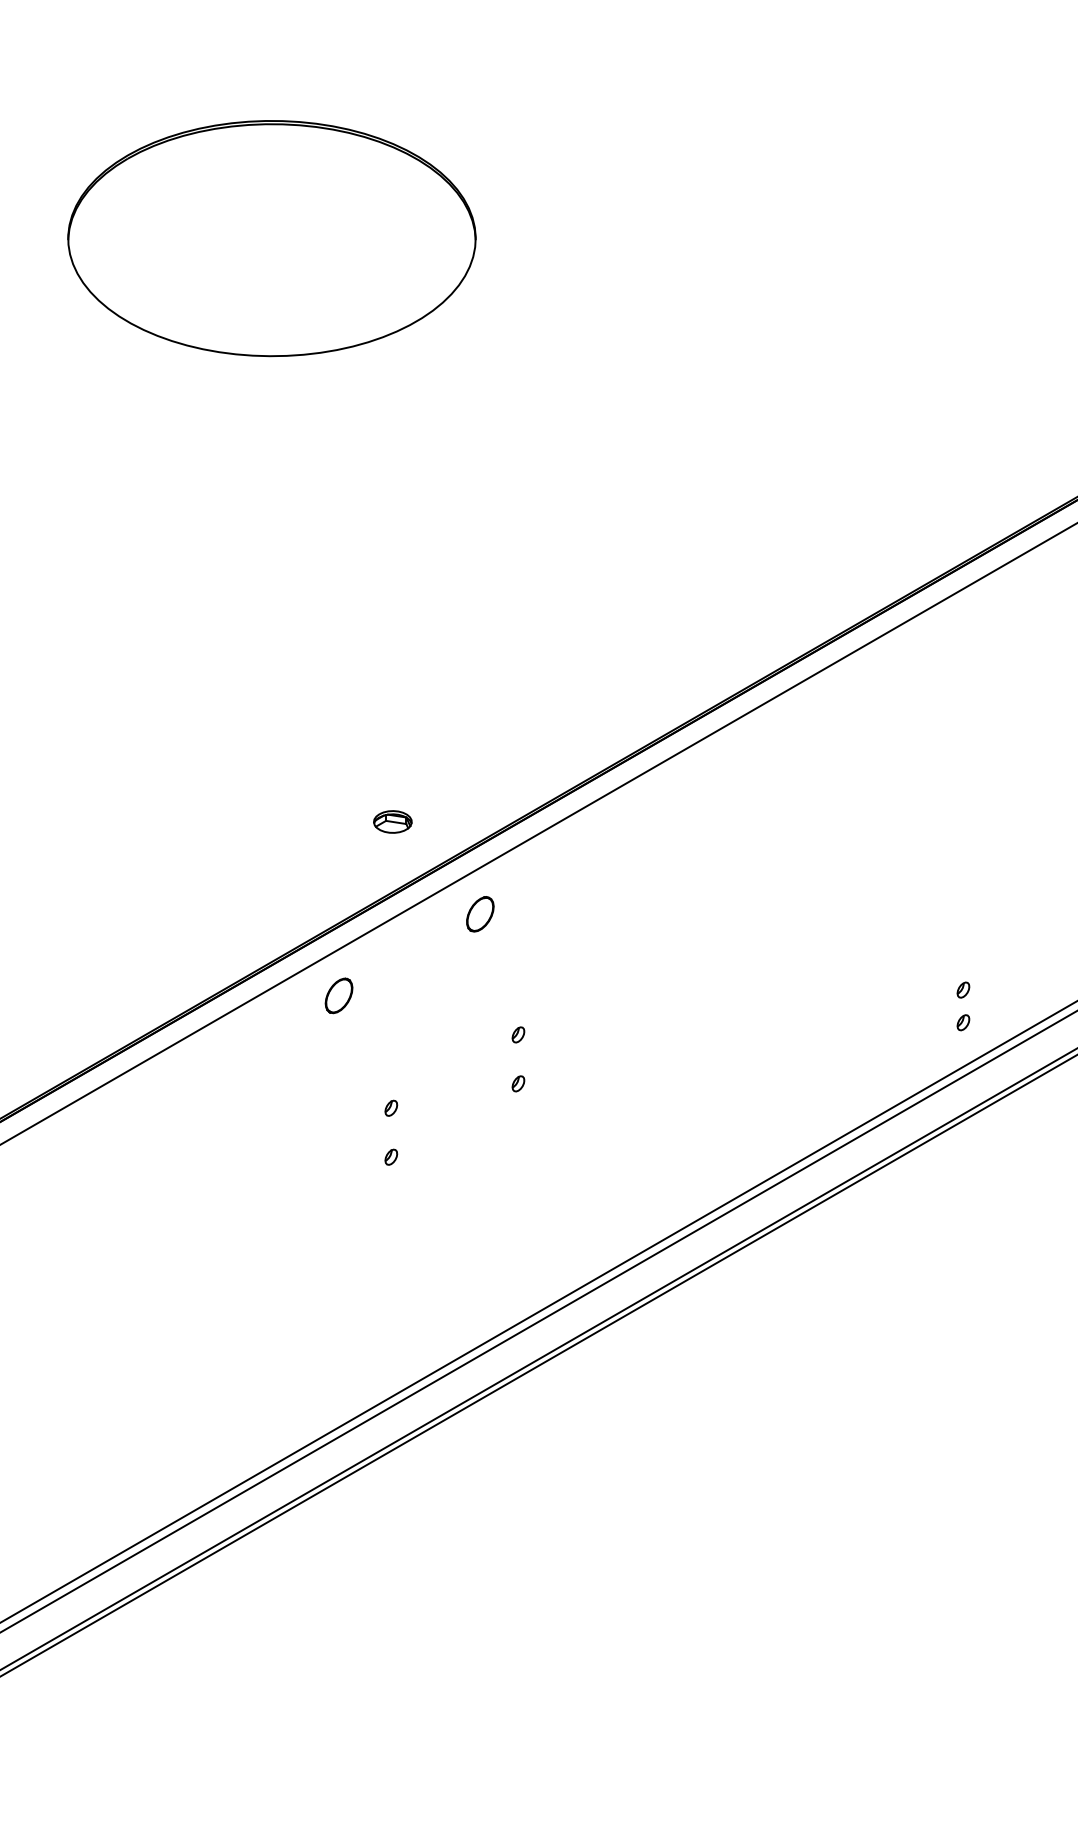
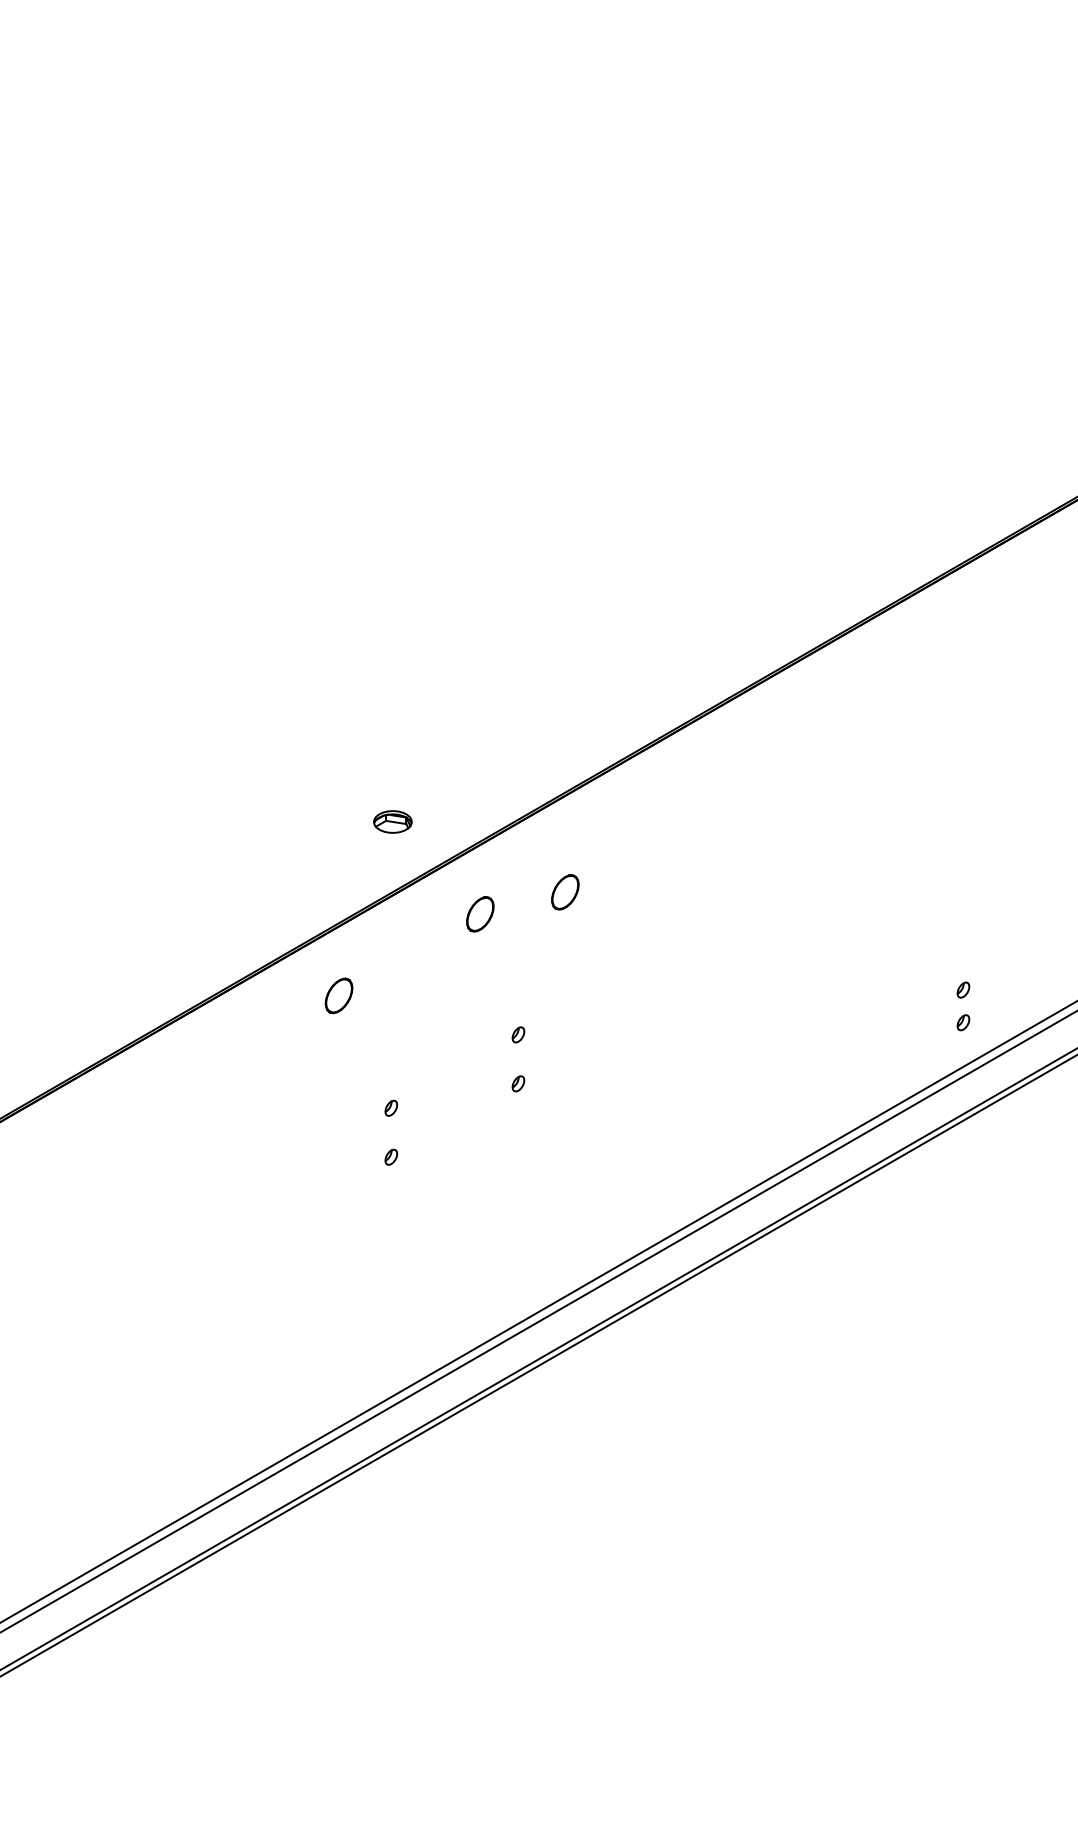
part at (271, 238): present -> none
line at (538, 833): present -> none
part at (565, 892): none -> present
